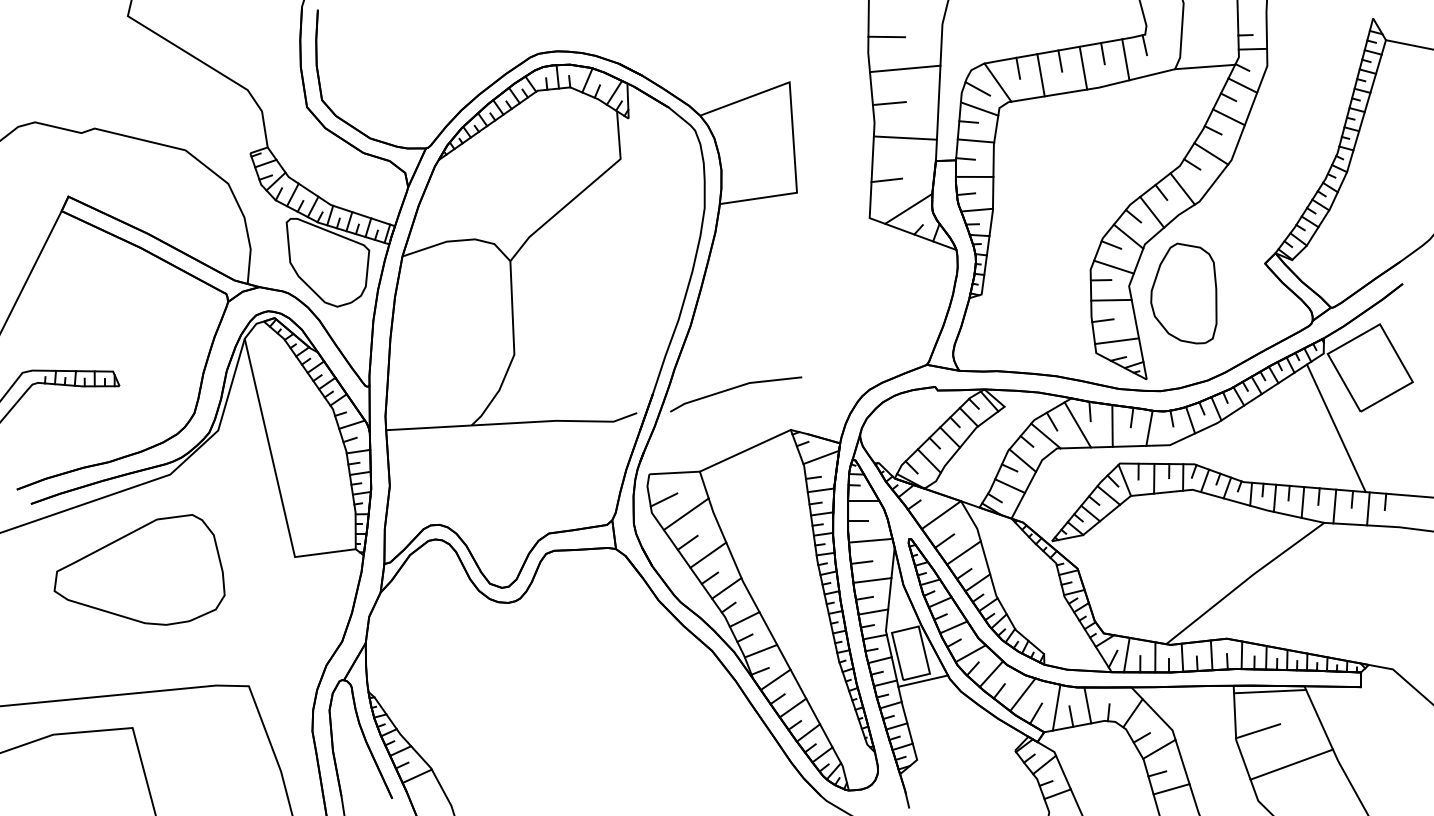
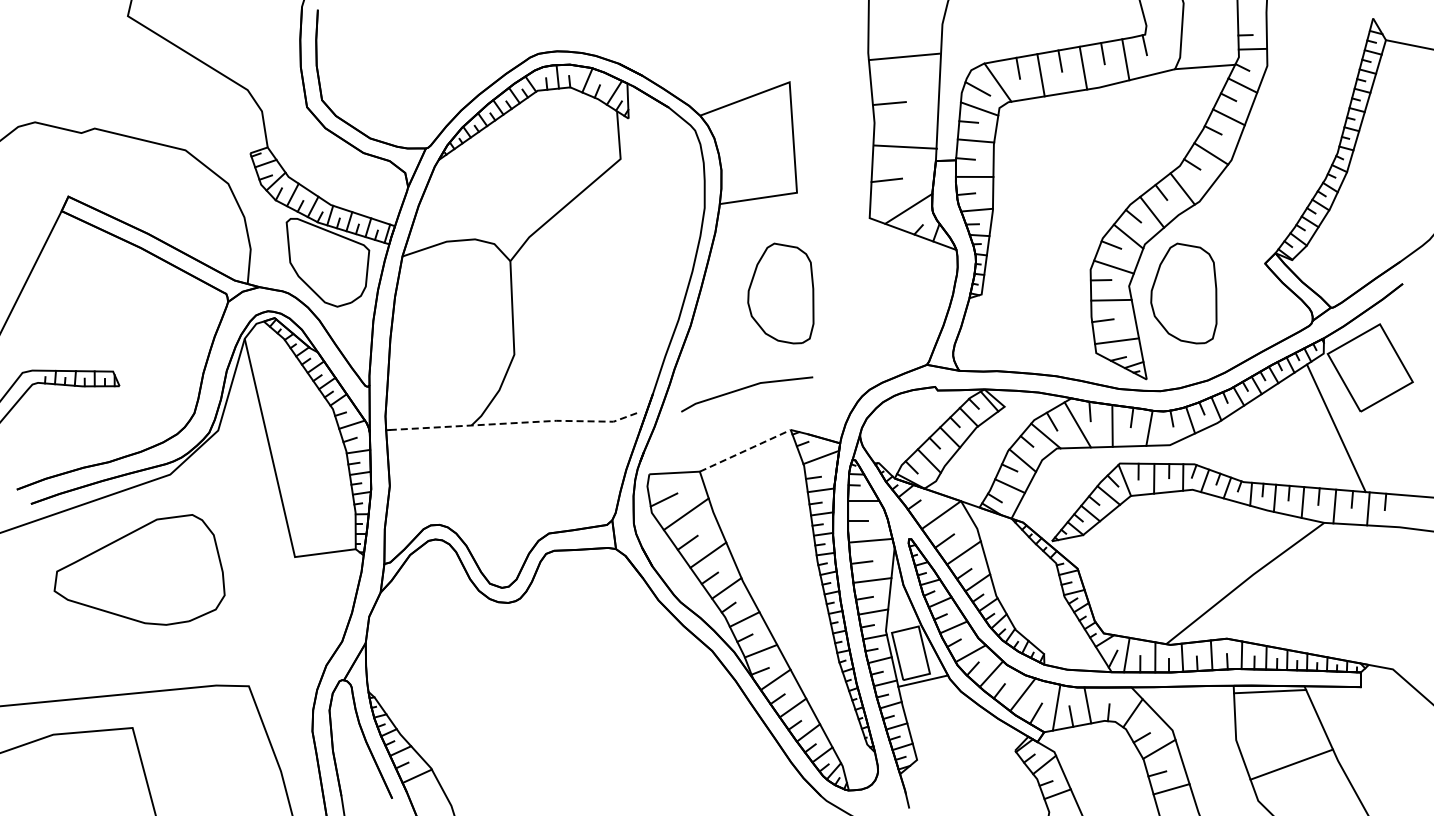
line at (886, 36): present -> none
line at (904, 68) position: (904, 68) -> (903, 56)
line at (904, 137) position: (904, 137) -> (904, 146)
part at (780, 293): none -> present
line at (733, 389) position: (733, 389) -> (744, 389)
line at (516, 423): solid -> dashed
line at (745, 450): solid -> dashed
line at (1258, 731): present -> none
